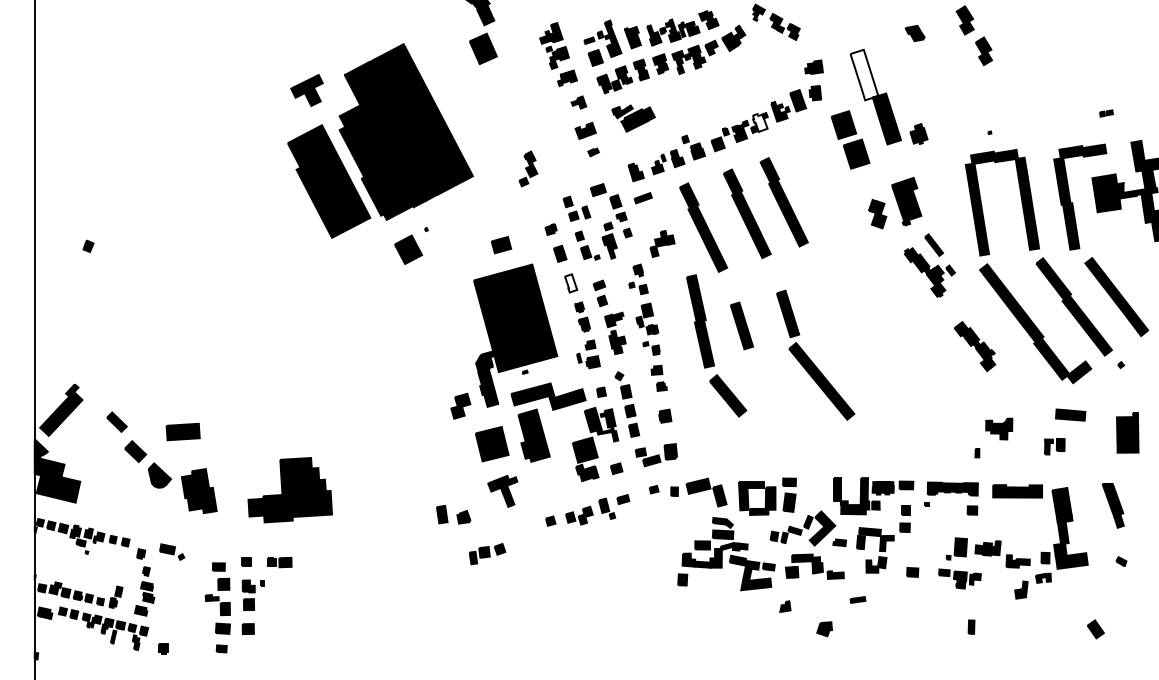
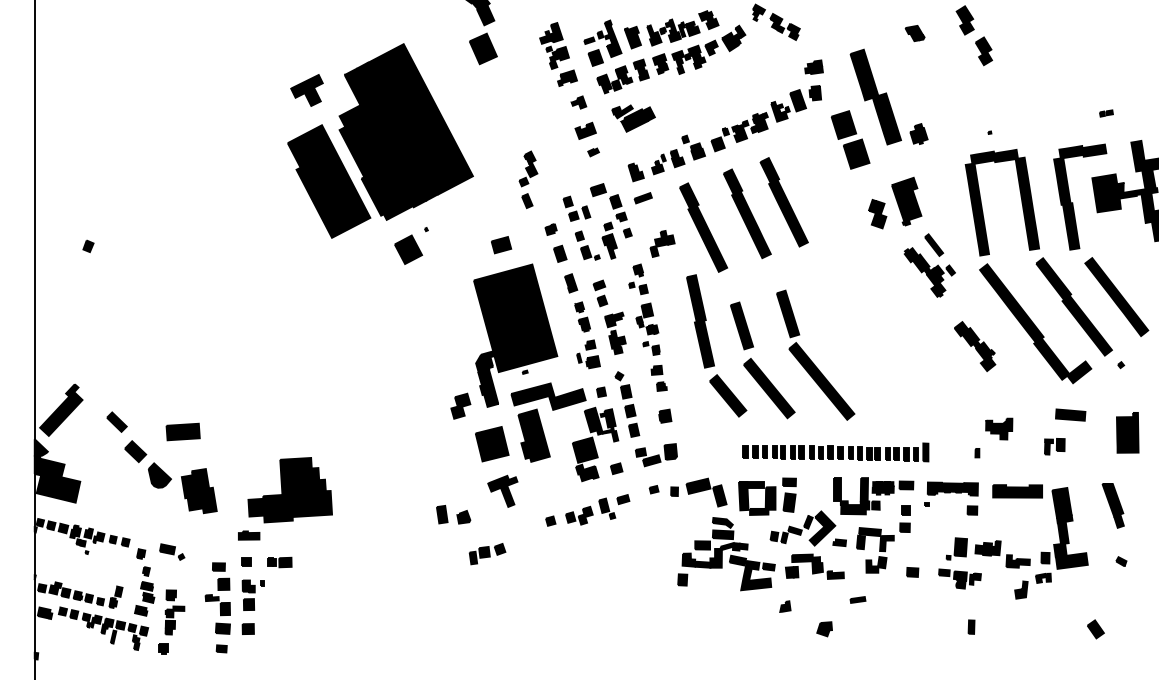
fill at (864, 74): none -> present
fill at (759, 122): none -> present
part at (527, 201): none -> present
fill at (570, 283): none -> present
part at (769, 388): none -> present
part at (835, 452): none -> present
part at (249, 535): none -> present
part at (174, 612): none -> present
